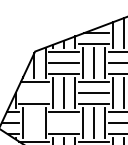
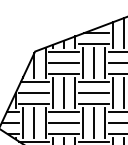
line at (34, 93): none -> present
line at (34, 122): none -> present
line at (64, 122): none -> present
